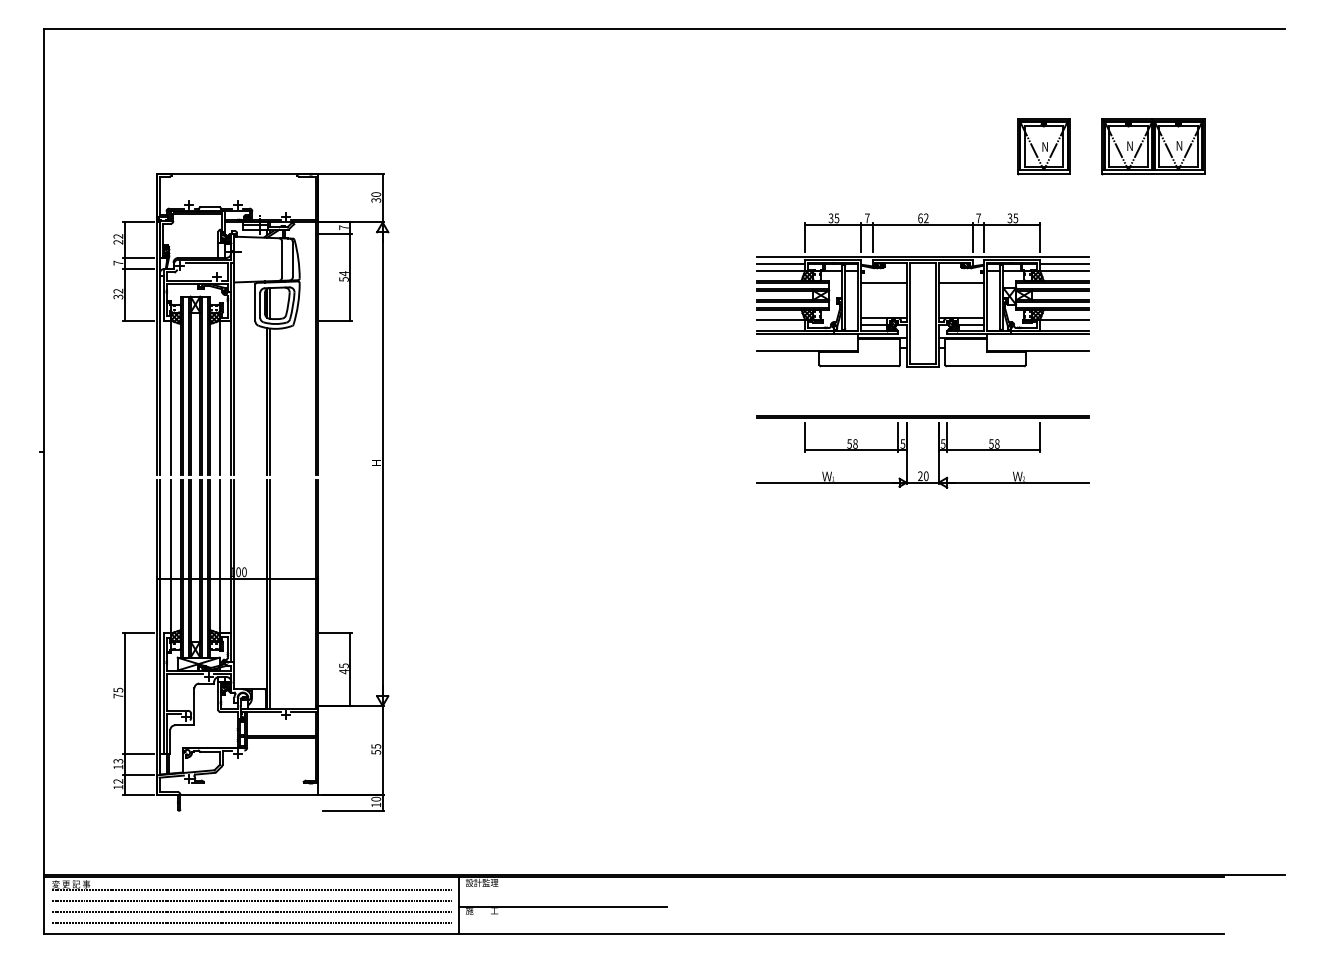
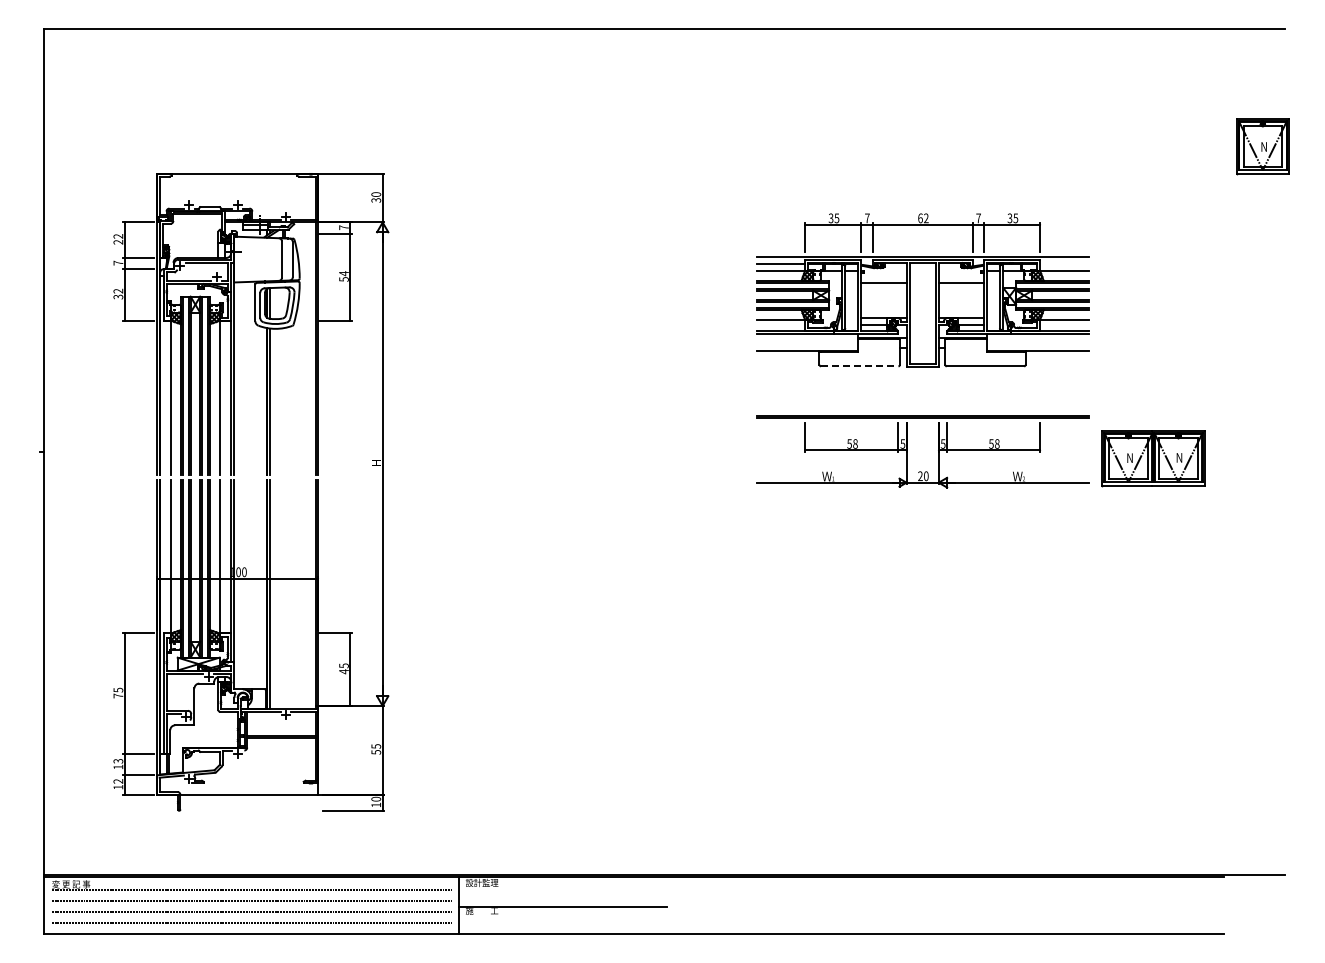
part at (1043, 146) position: (1043, 146) -> (1262, 146)
part at (1153, 146) position: (1153, 146) -> (1153, 458)
line at (1064, 263): present -> none
line at (859, 366): solid -> dashed
